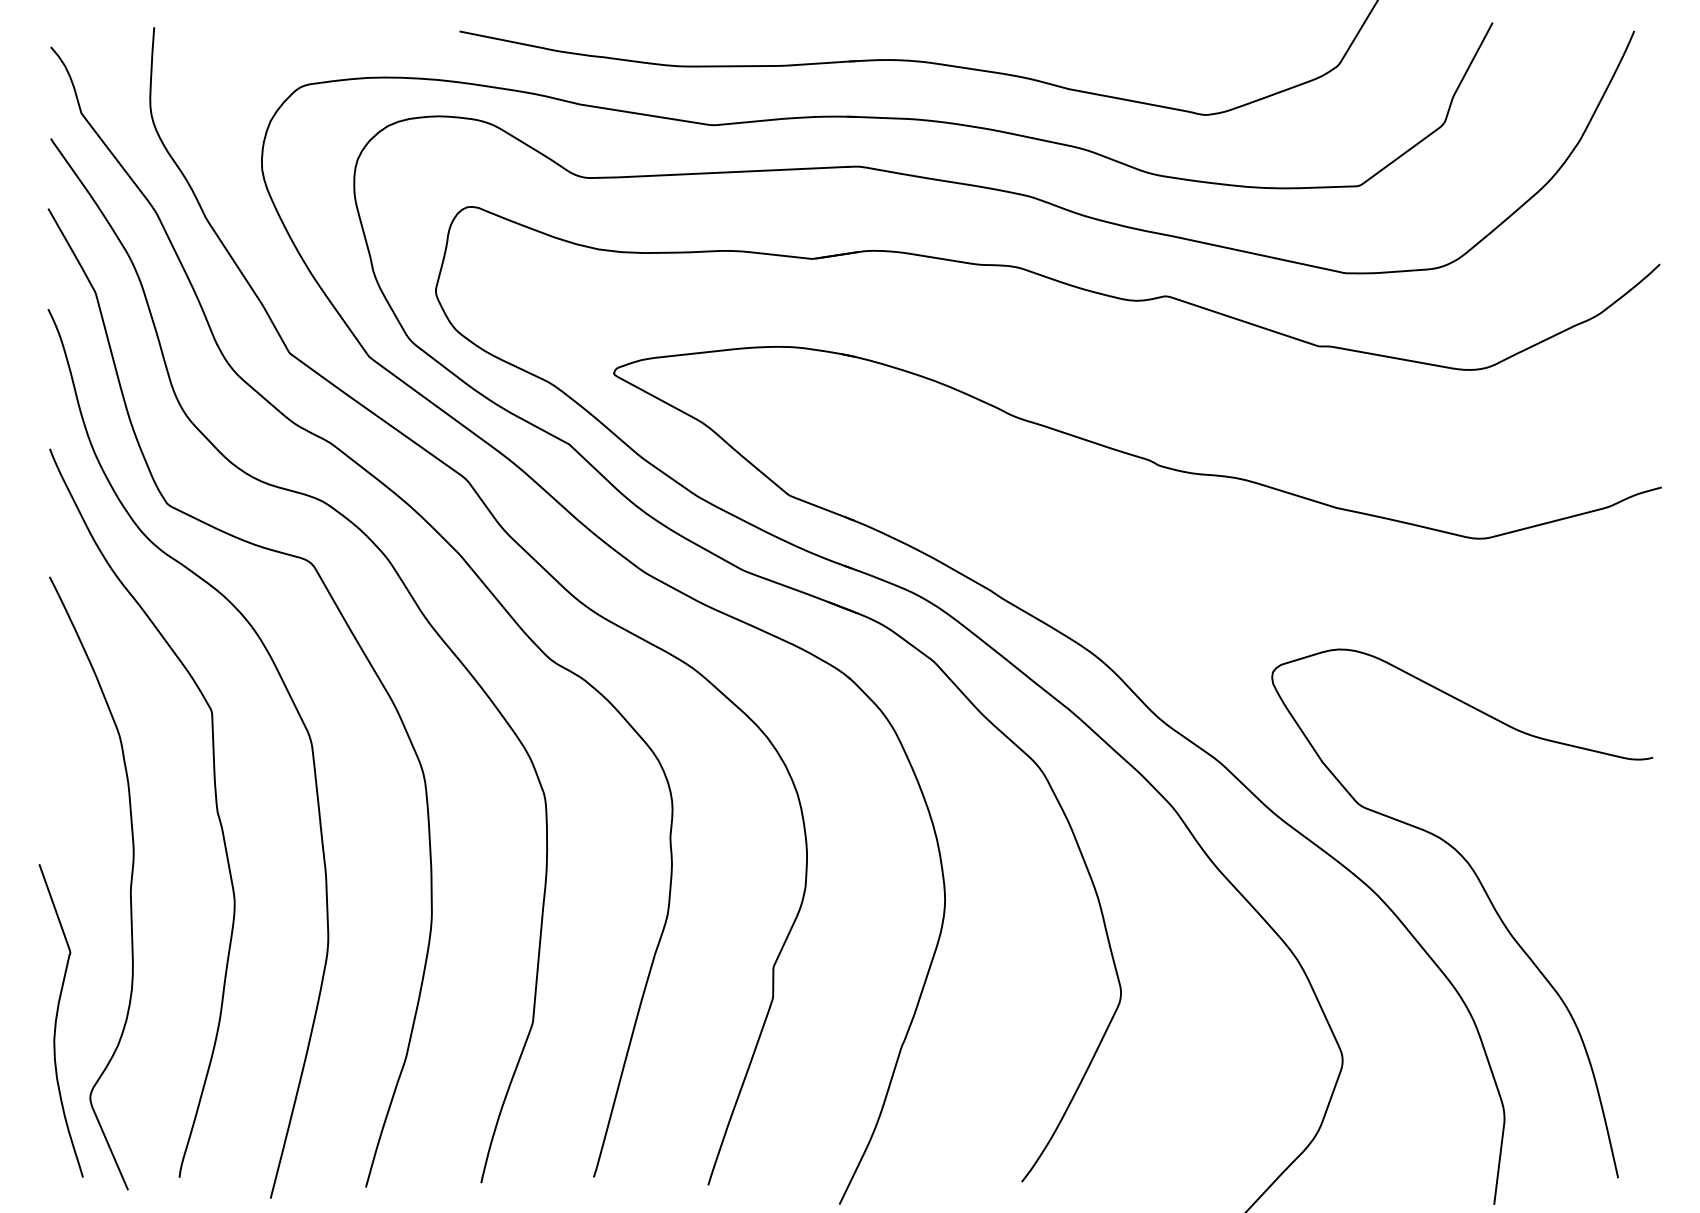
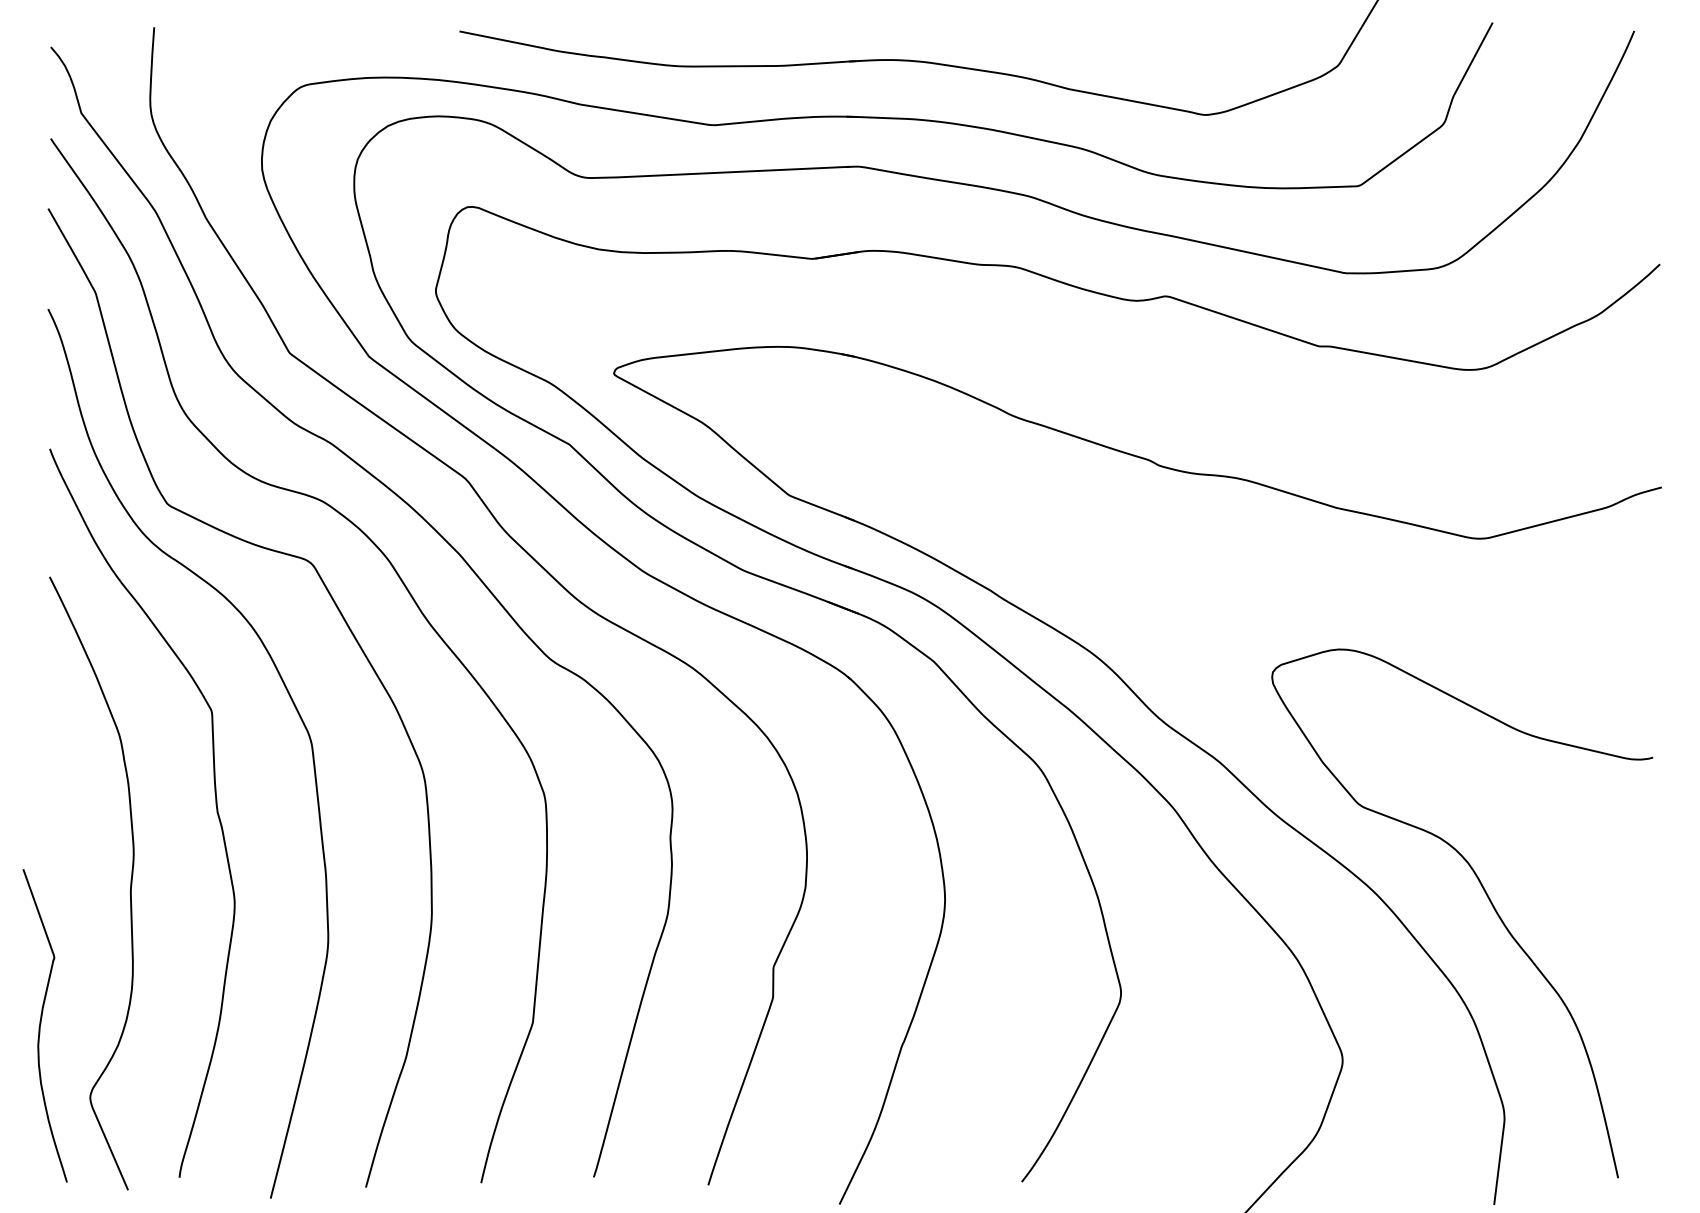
curve at (57, 1019) position: (57, 1019) -> (41, 1024)
